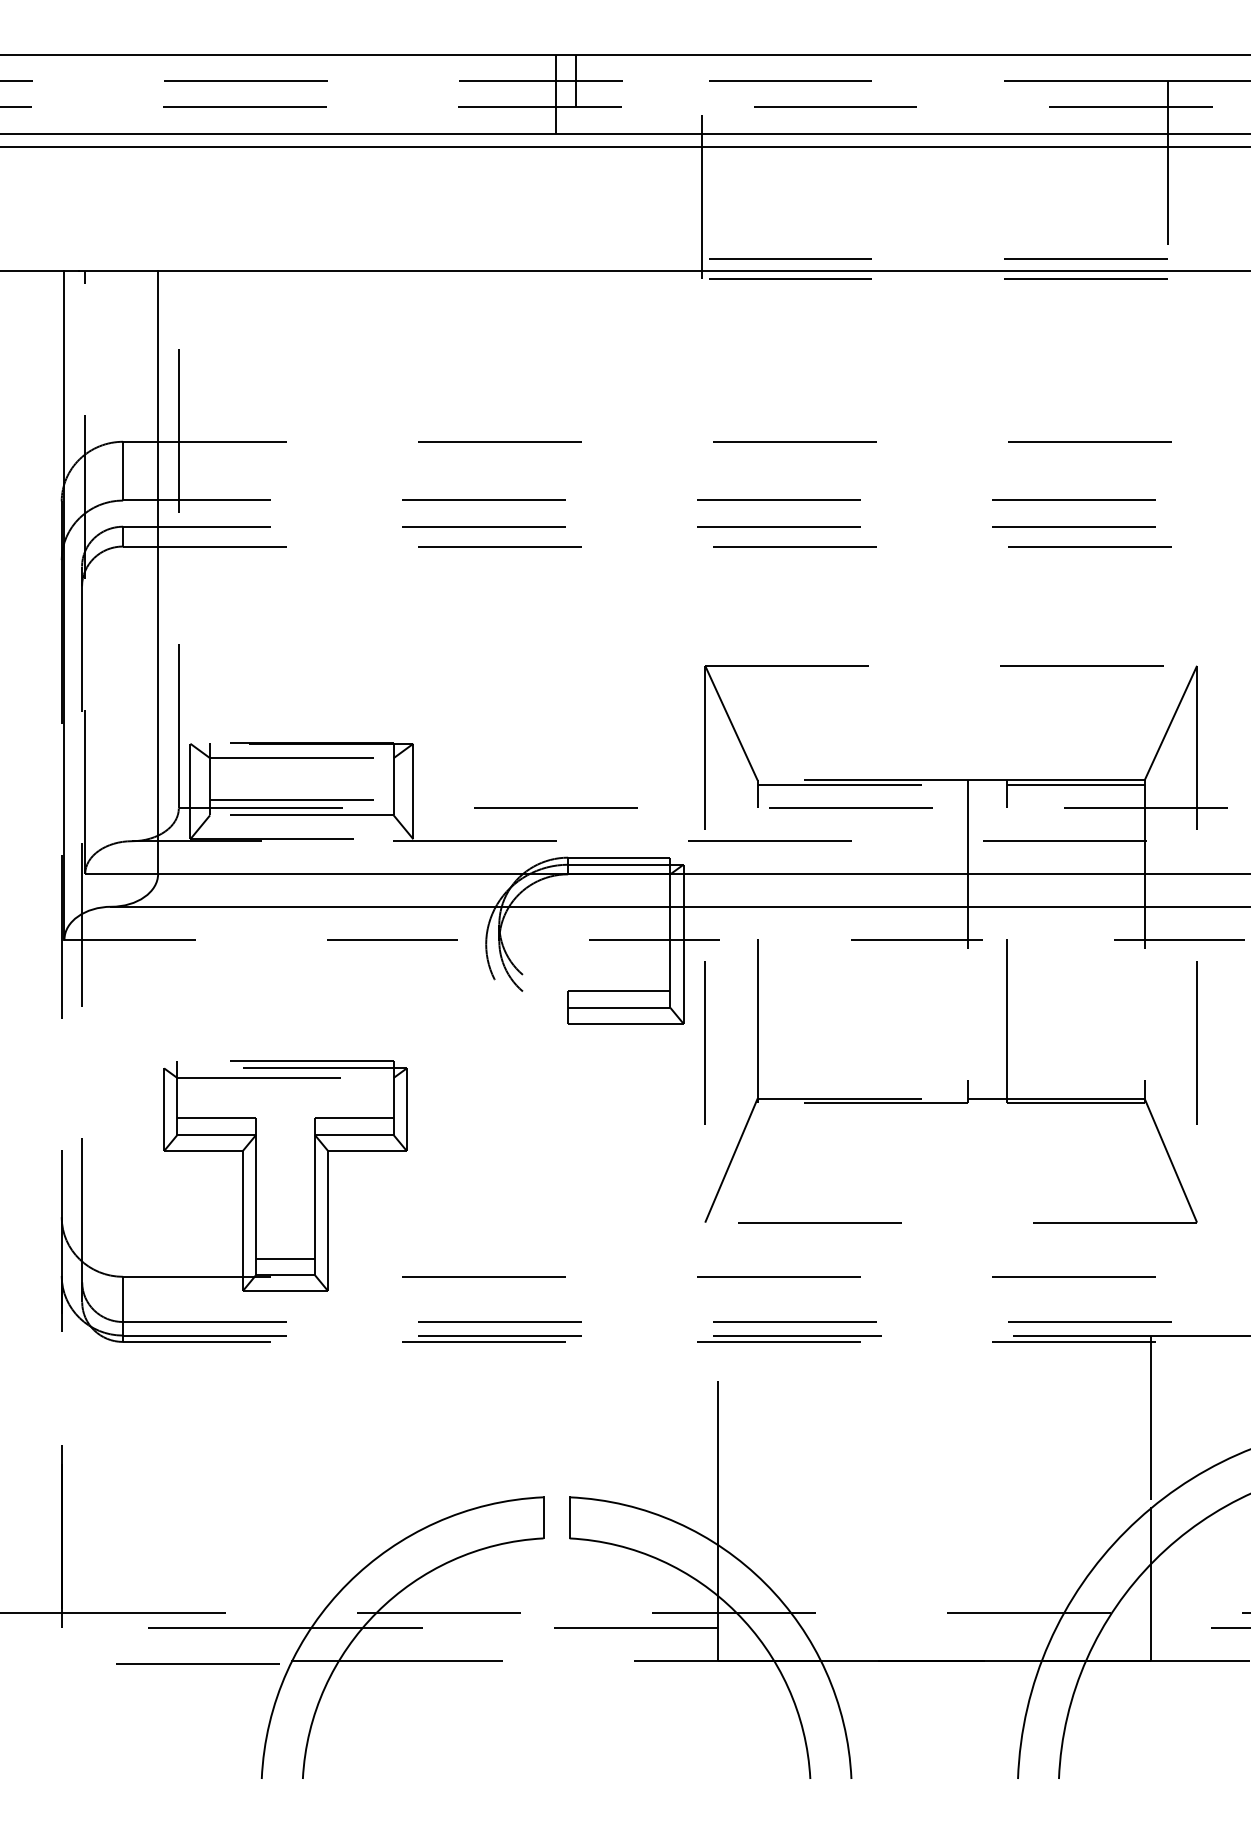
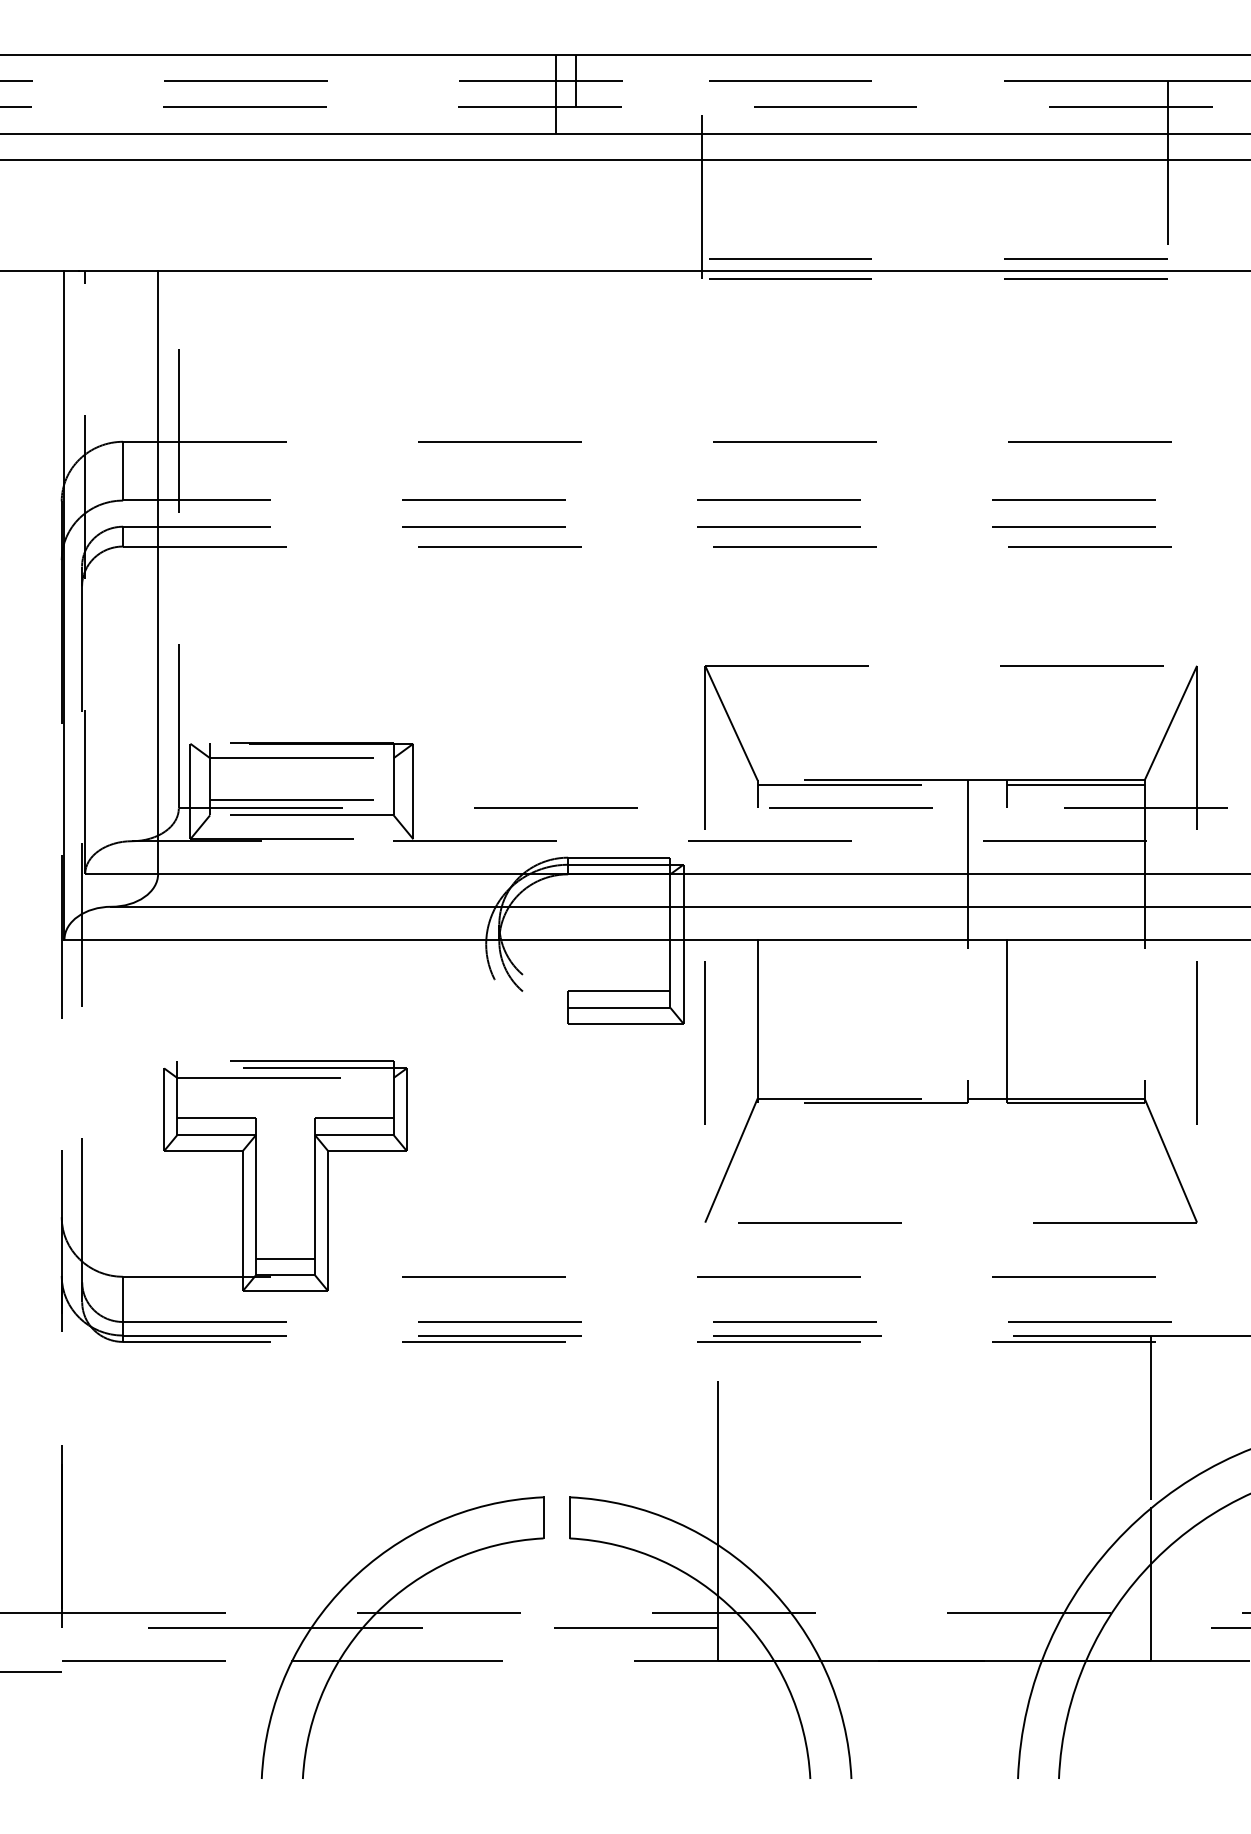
line at (624, 146) position: (624, 146) -> (624, 159)
line at (657, 939): dashed -> solid
line at (197, 1663) position: (197, 1663) -> (143, 1660)
line at (31, 1672): none -> present
